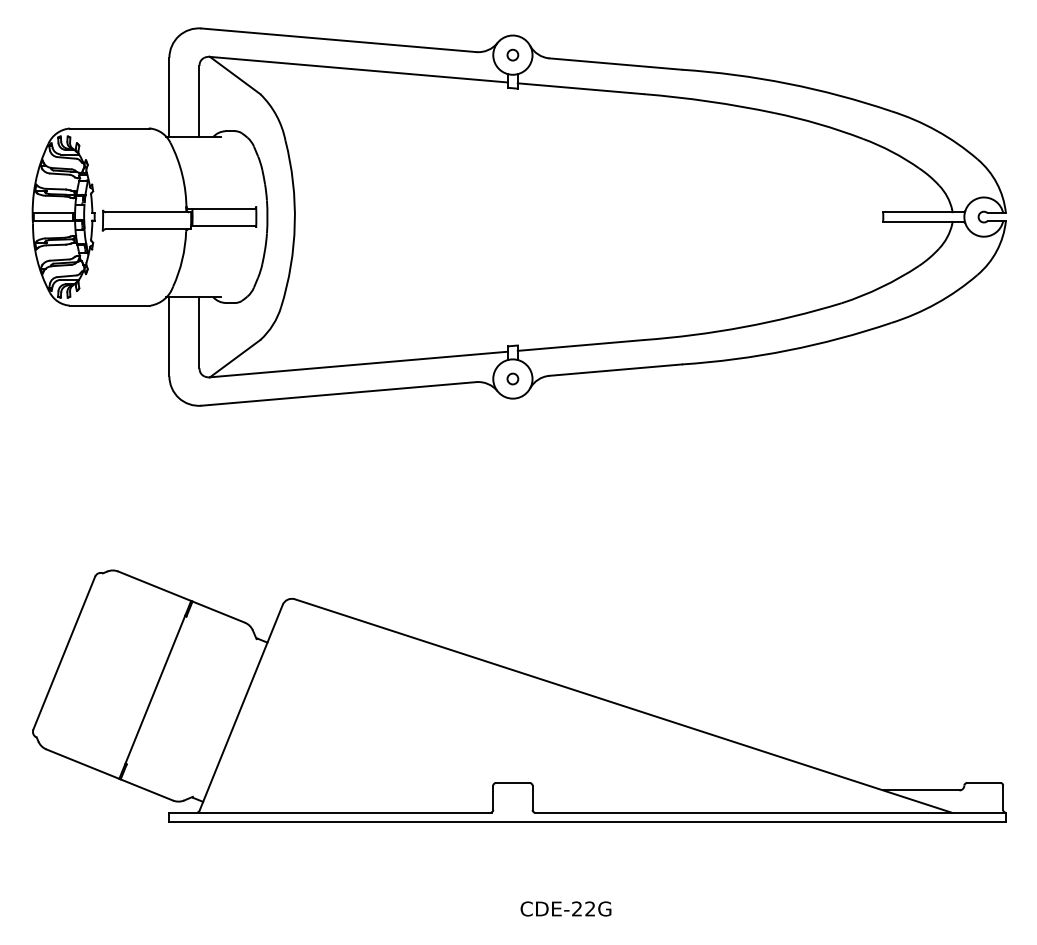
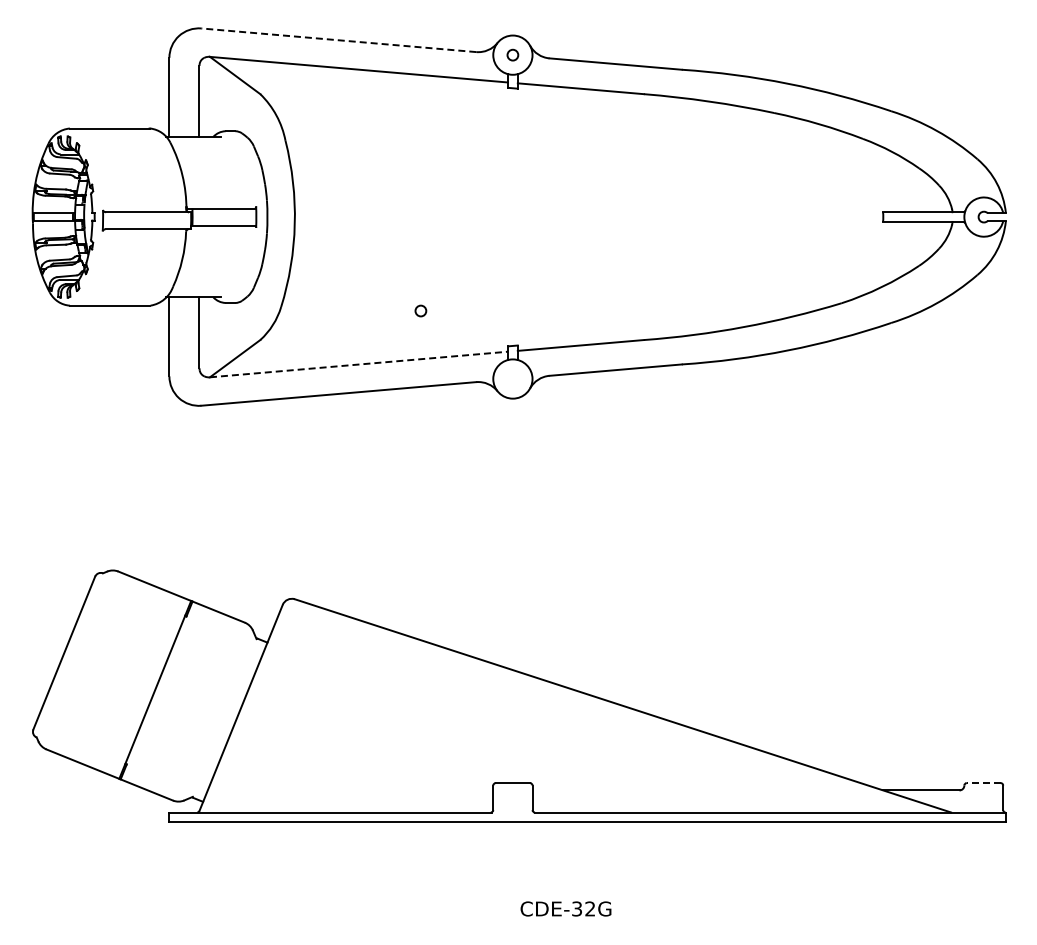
line at (338, 40): solid -> dashed
line at (358, 364): solid -> dashed
circle at (512, 378) position: (512, 378) -> (420, 310)
line at (983, 783): solid -> dashed
text at (576, 908): CDE-22G -> CDE-32G
